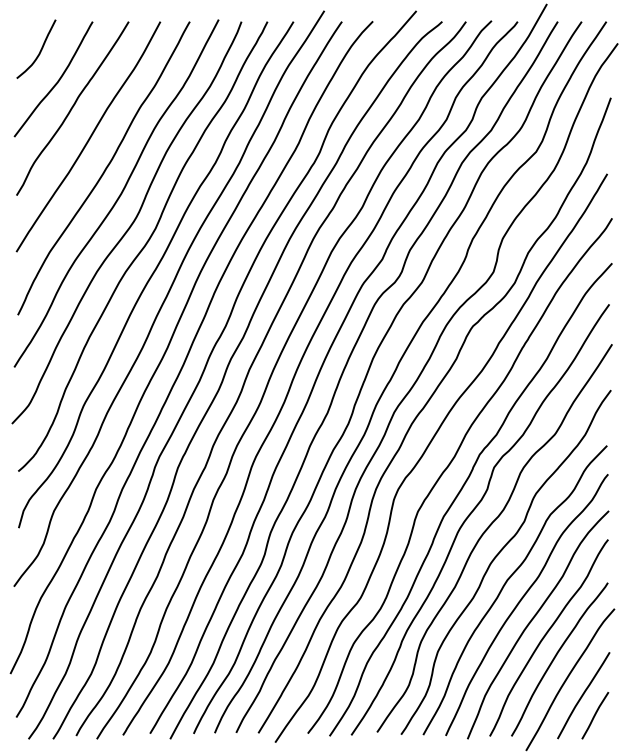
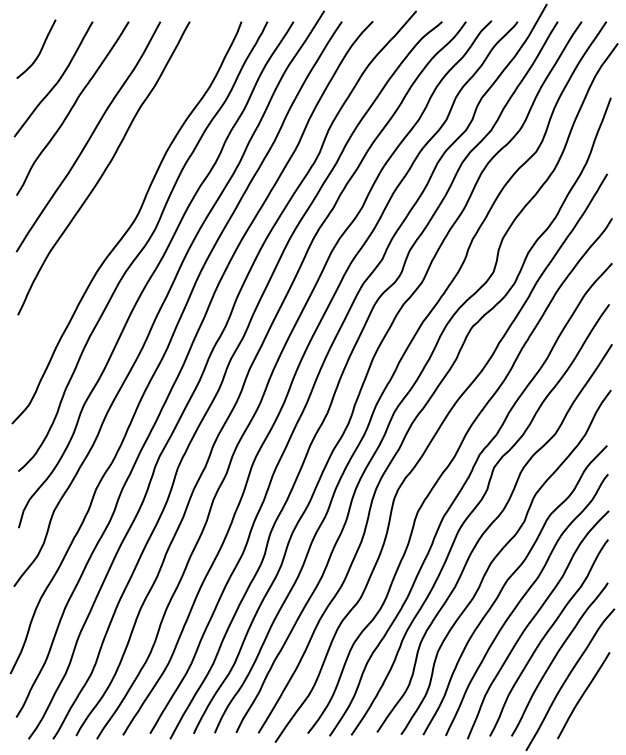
curve at (119, 194): present -> none
line at (595, 715): present -> none
